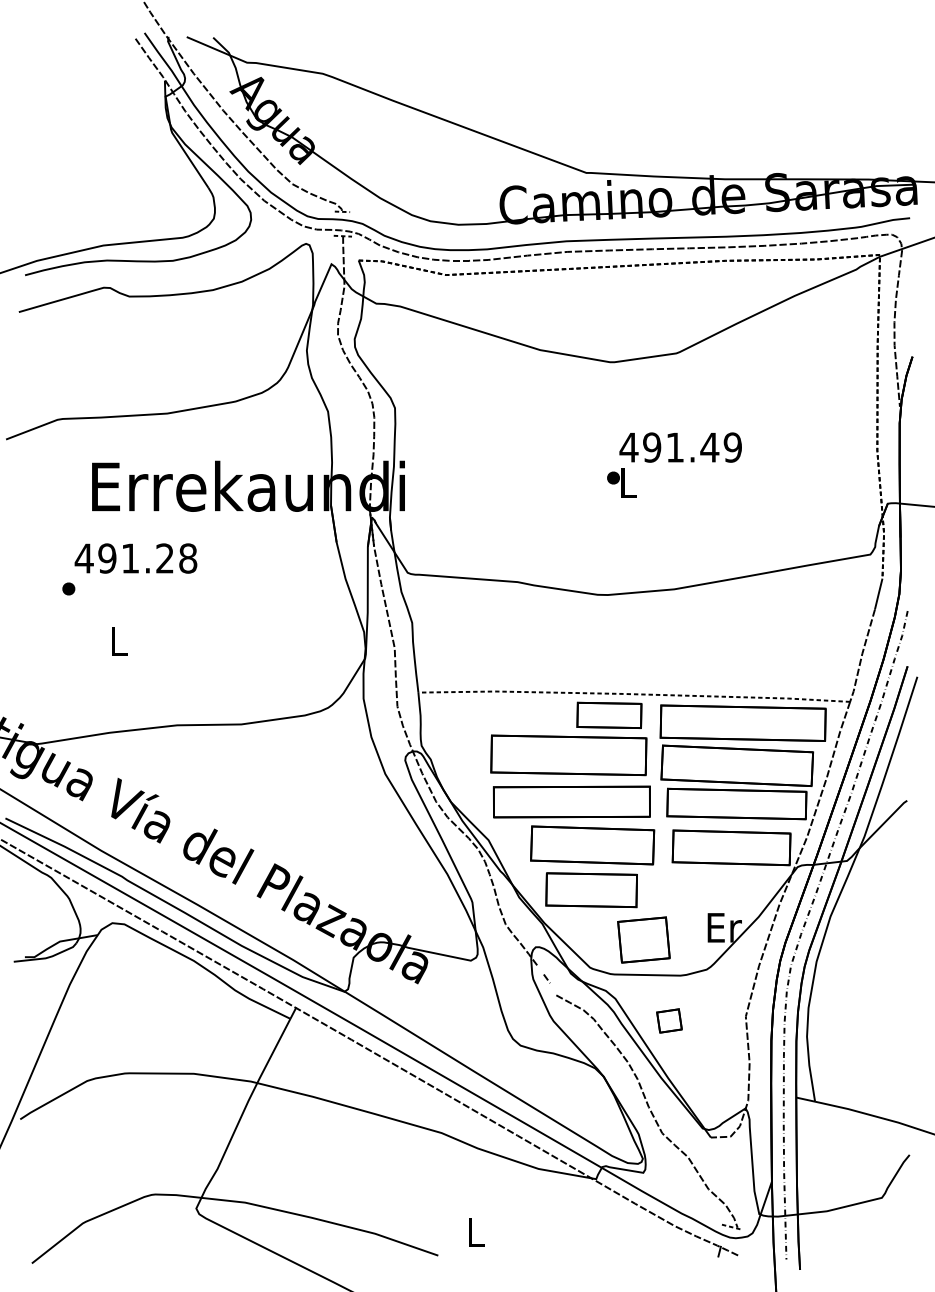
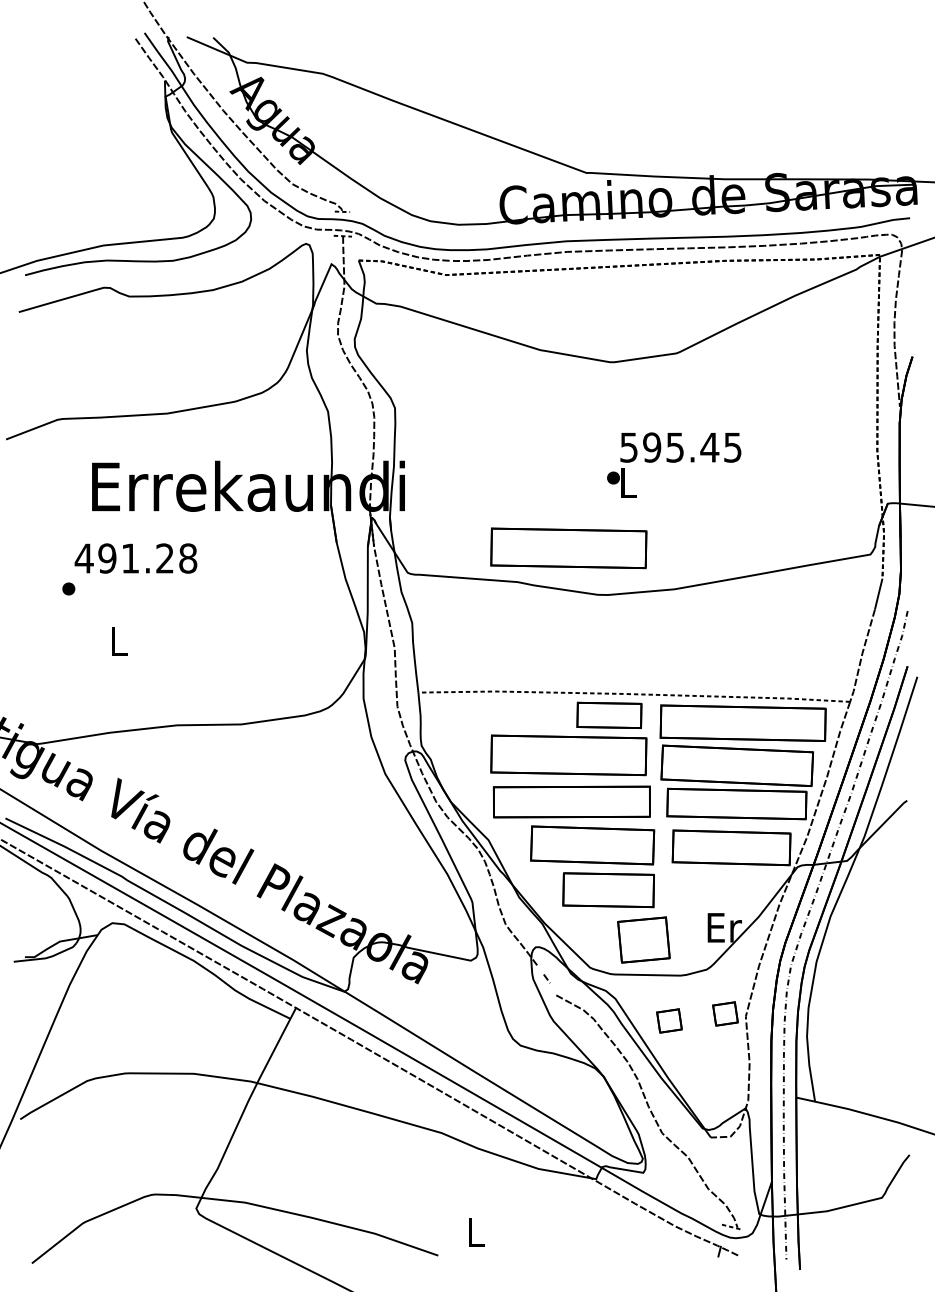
text at (680, 447): 491.49 -> 595.45
part at (568, 548): none -> present
part at (591, 890) position: (591, 890) -> (608, 890)
part at (725, 1013): none -> present
